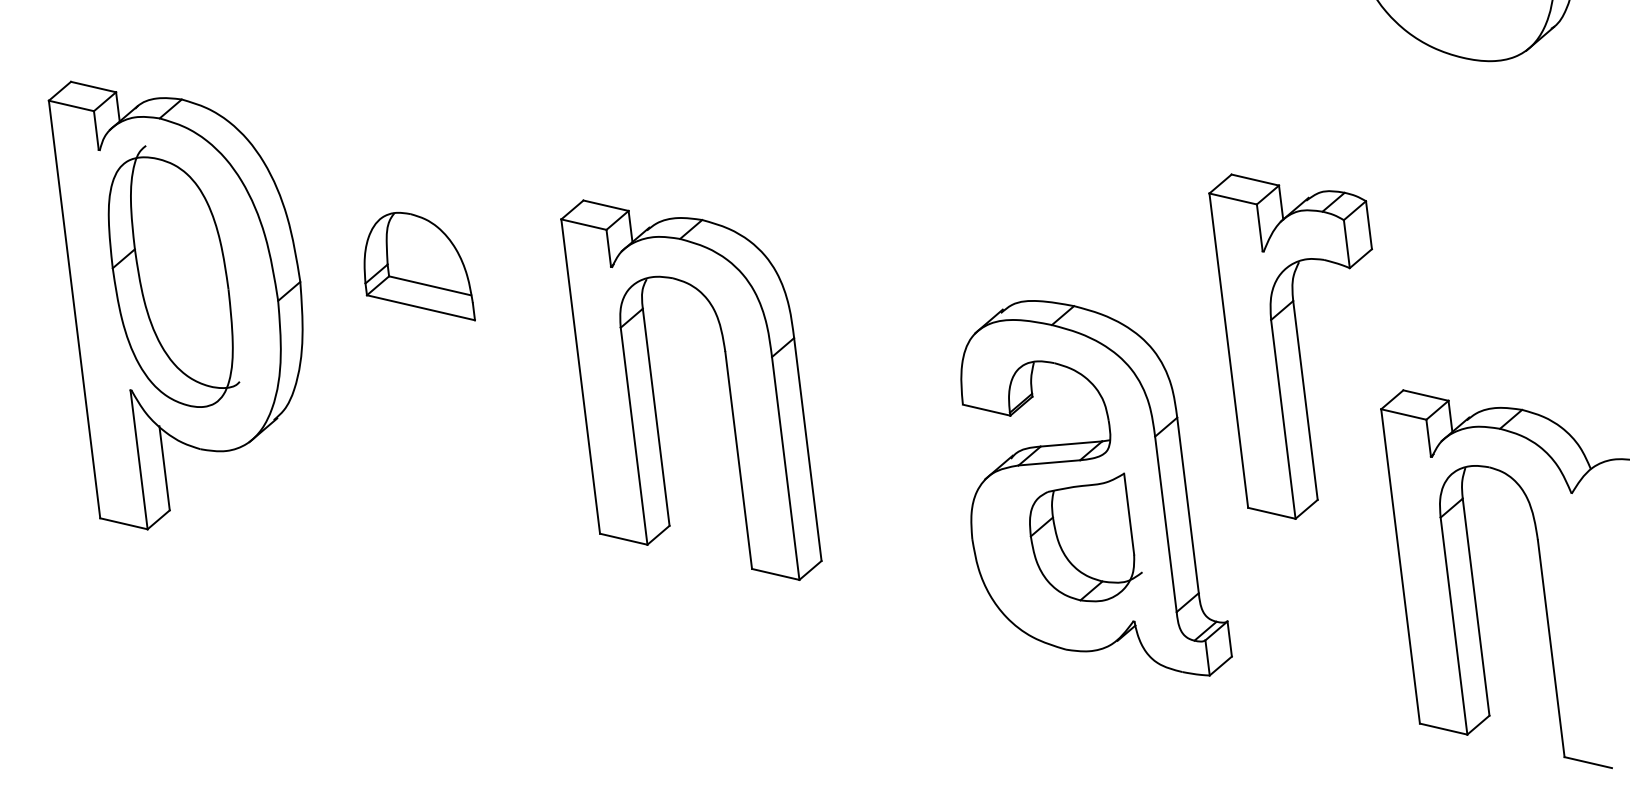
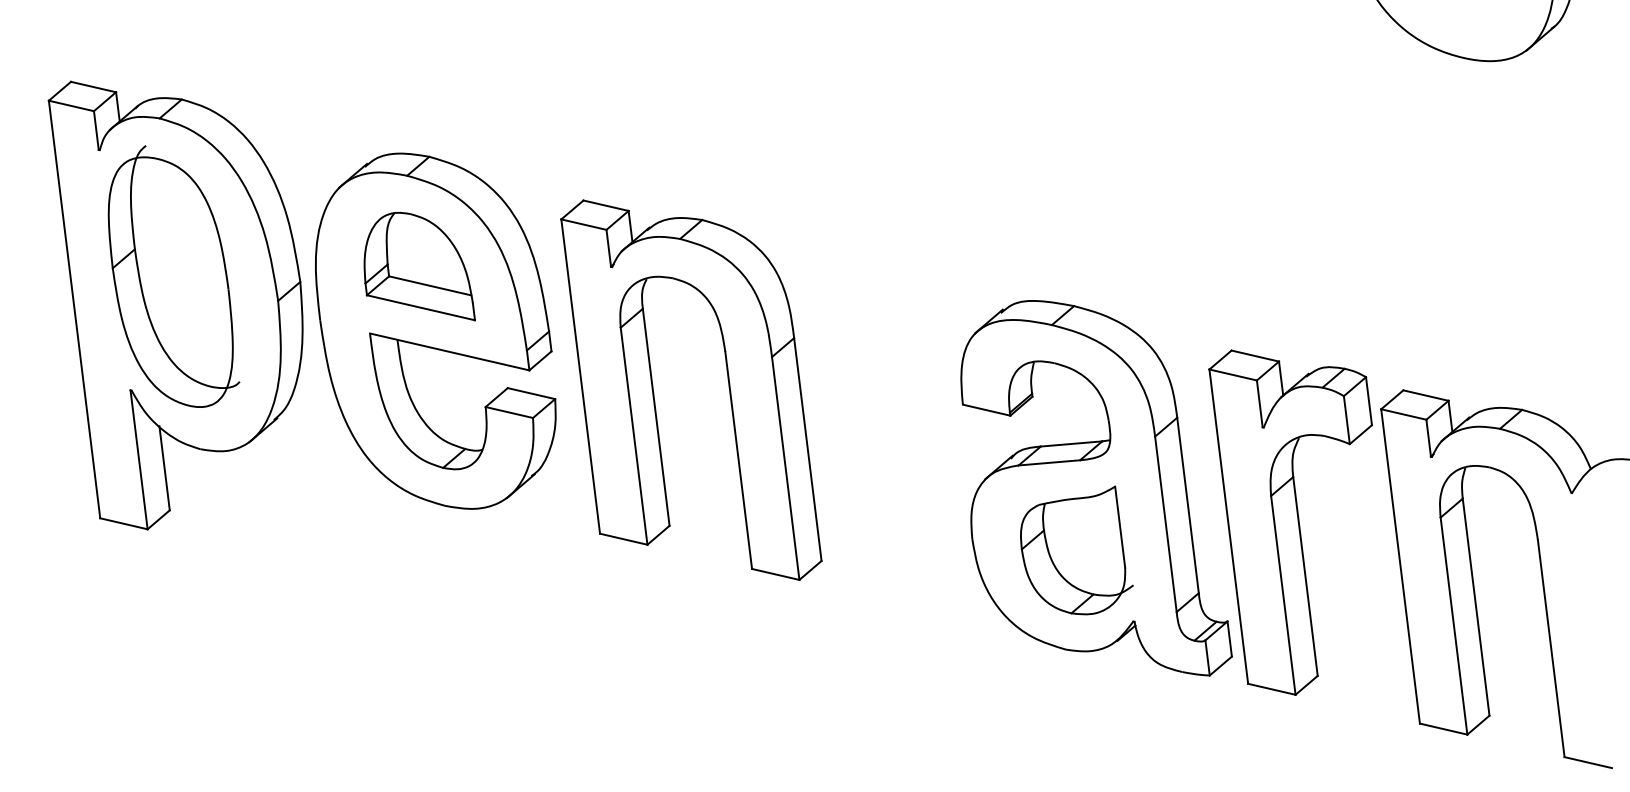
part at (435, 330): none -> present
part at (1290, 346) position: (1290, 346) -> (1290, 522)
part at (1085, 537) position: (1085, 537) -> (1076, 550)
